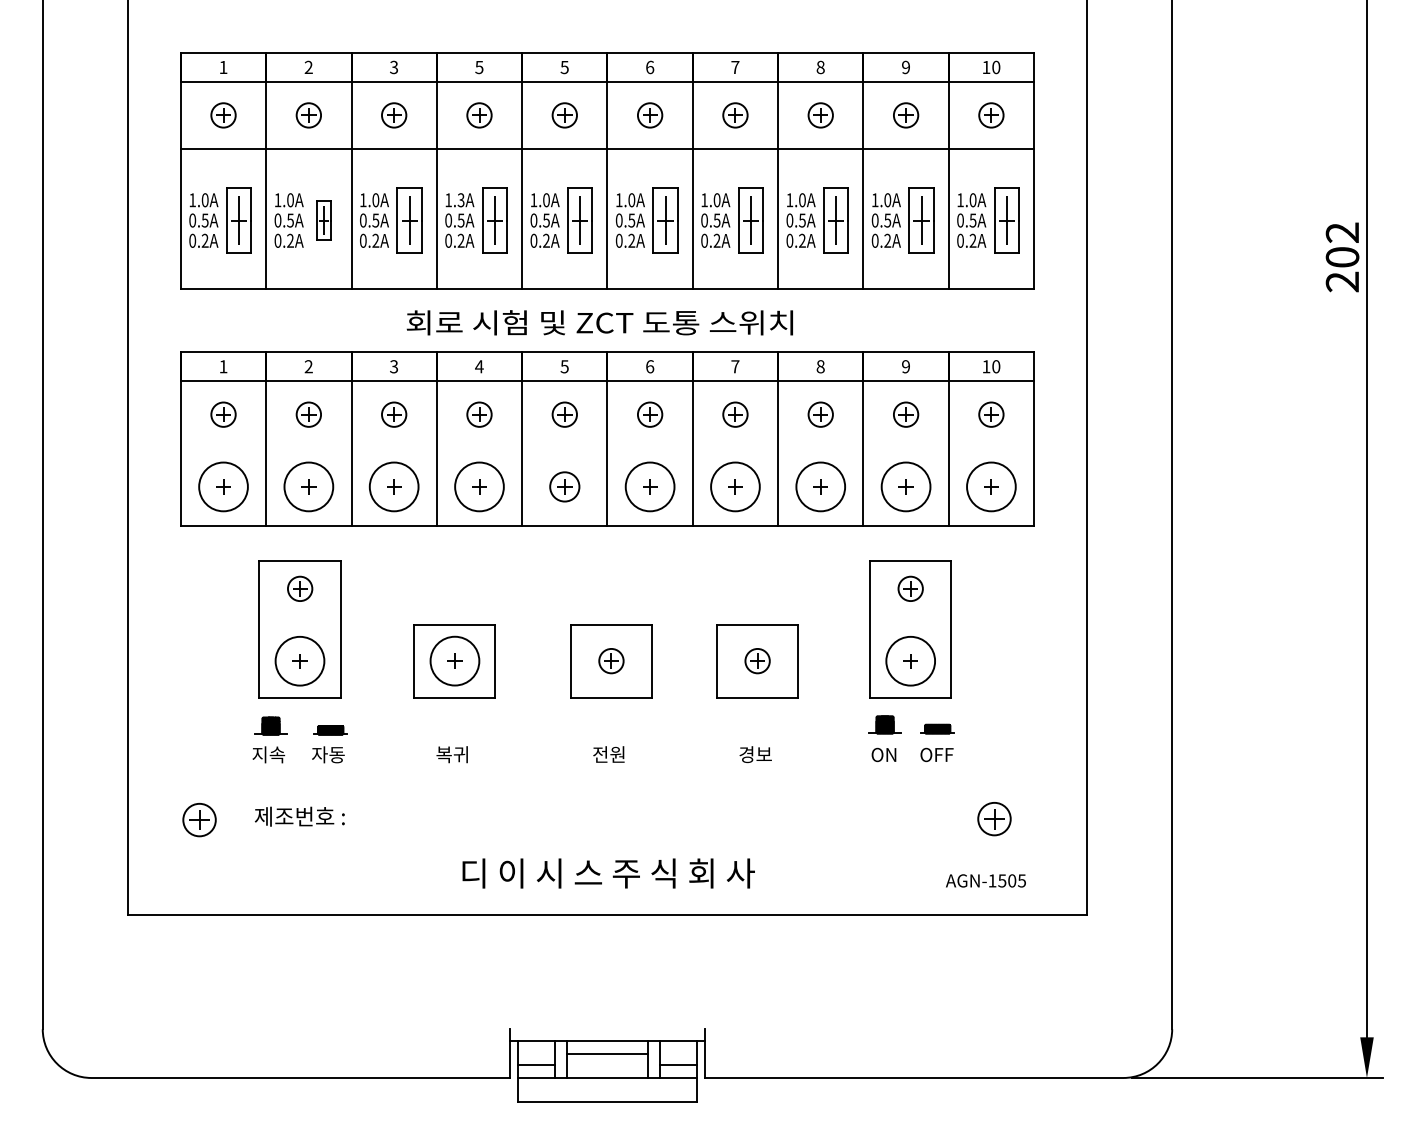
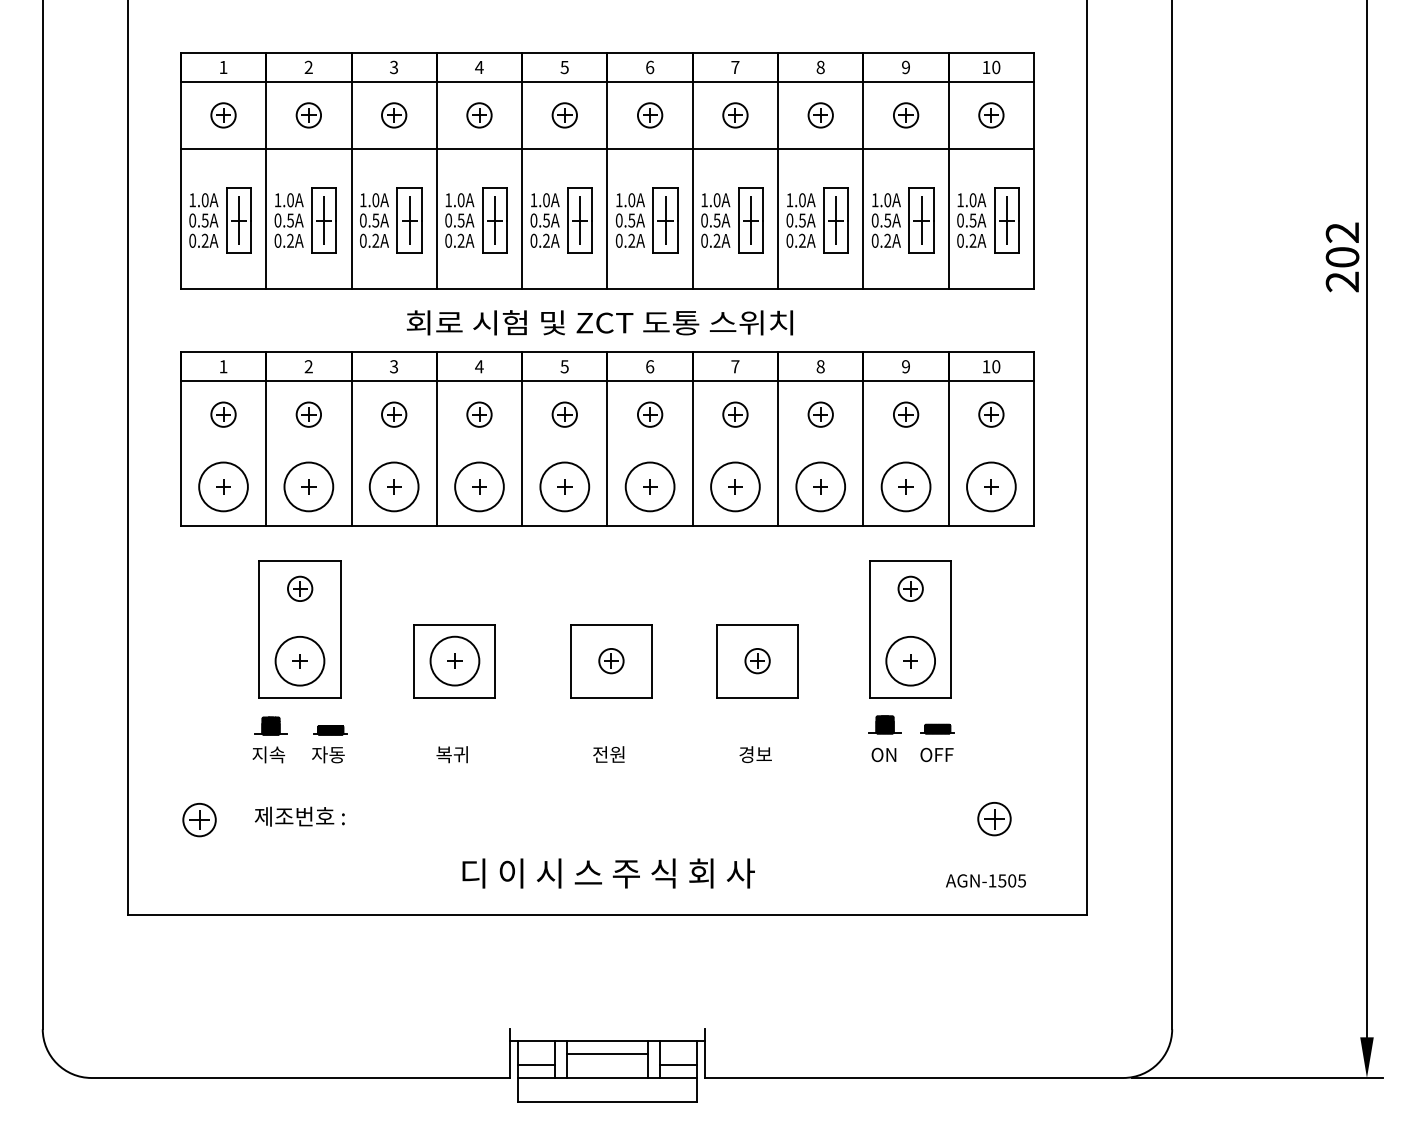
text at (479, 67): 5 -> 4
text at (460, 200): 1.3A -> 1.0A
part at (323, 220) size: 16x41 px -> 26x67 px
circle at (564, 486) diameter: 29 px -> 49 px
